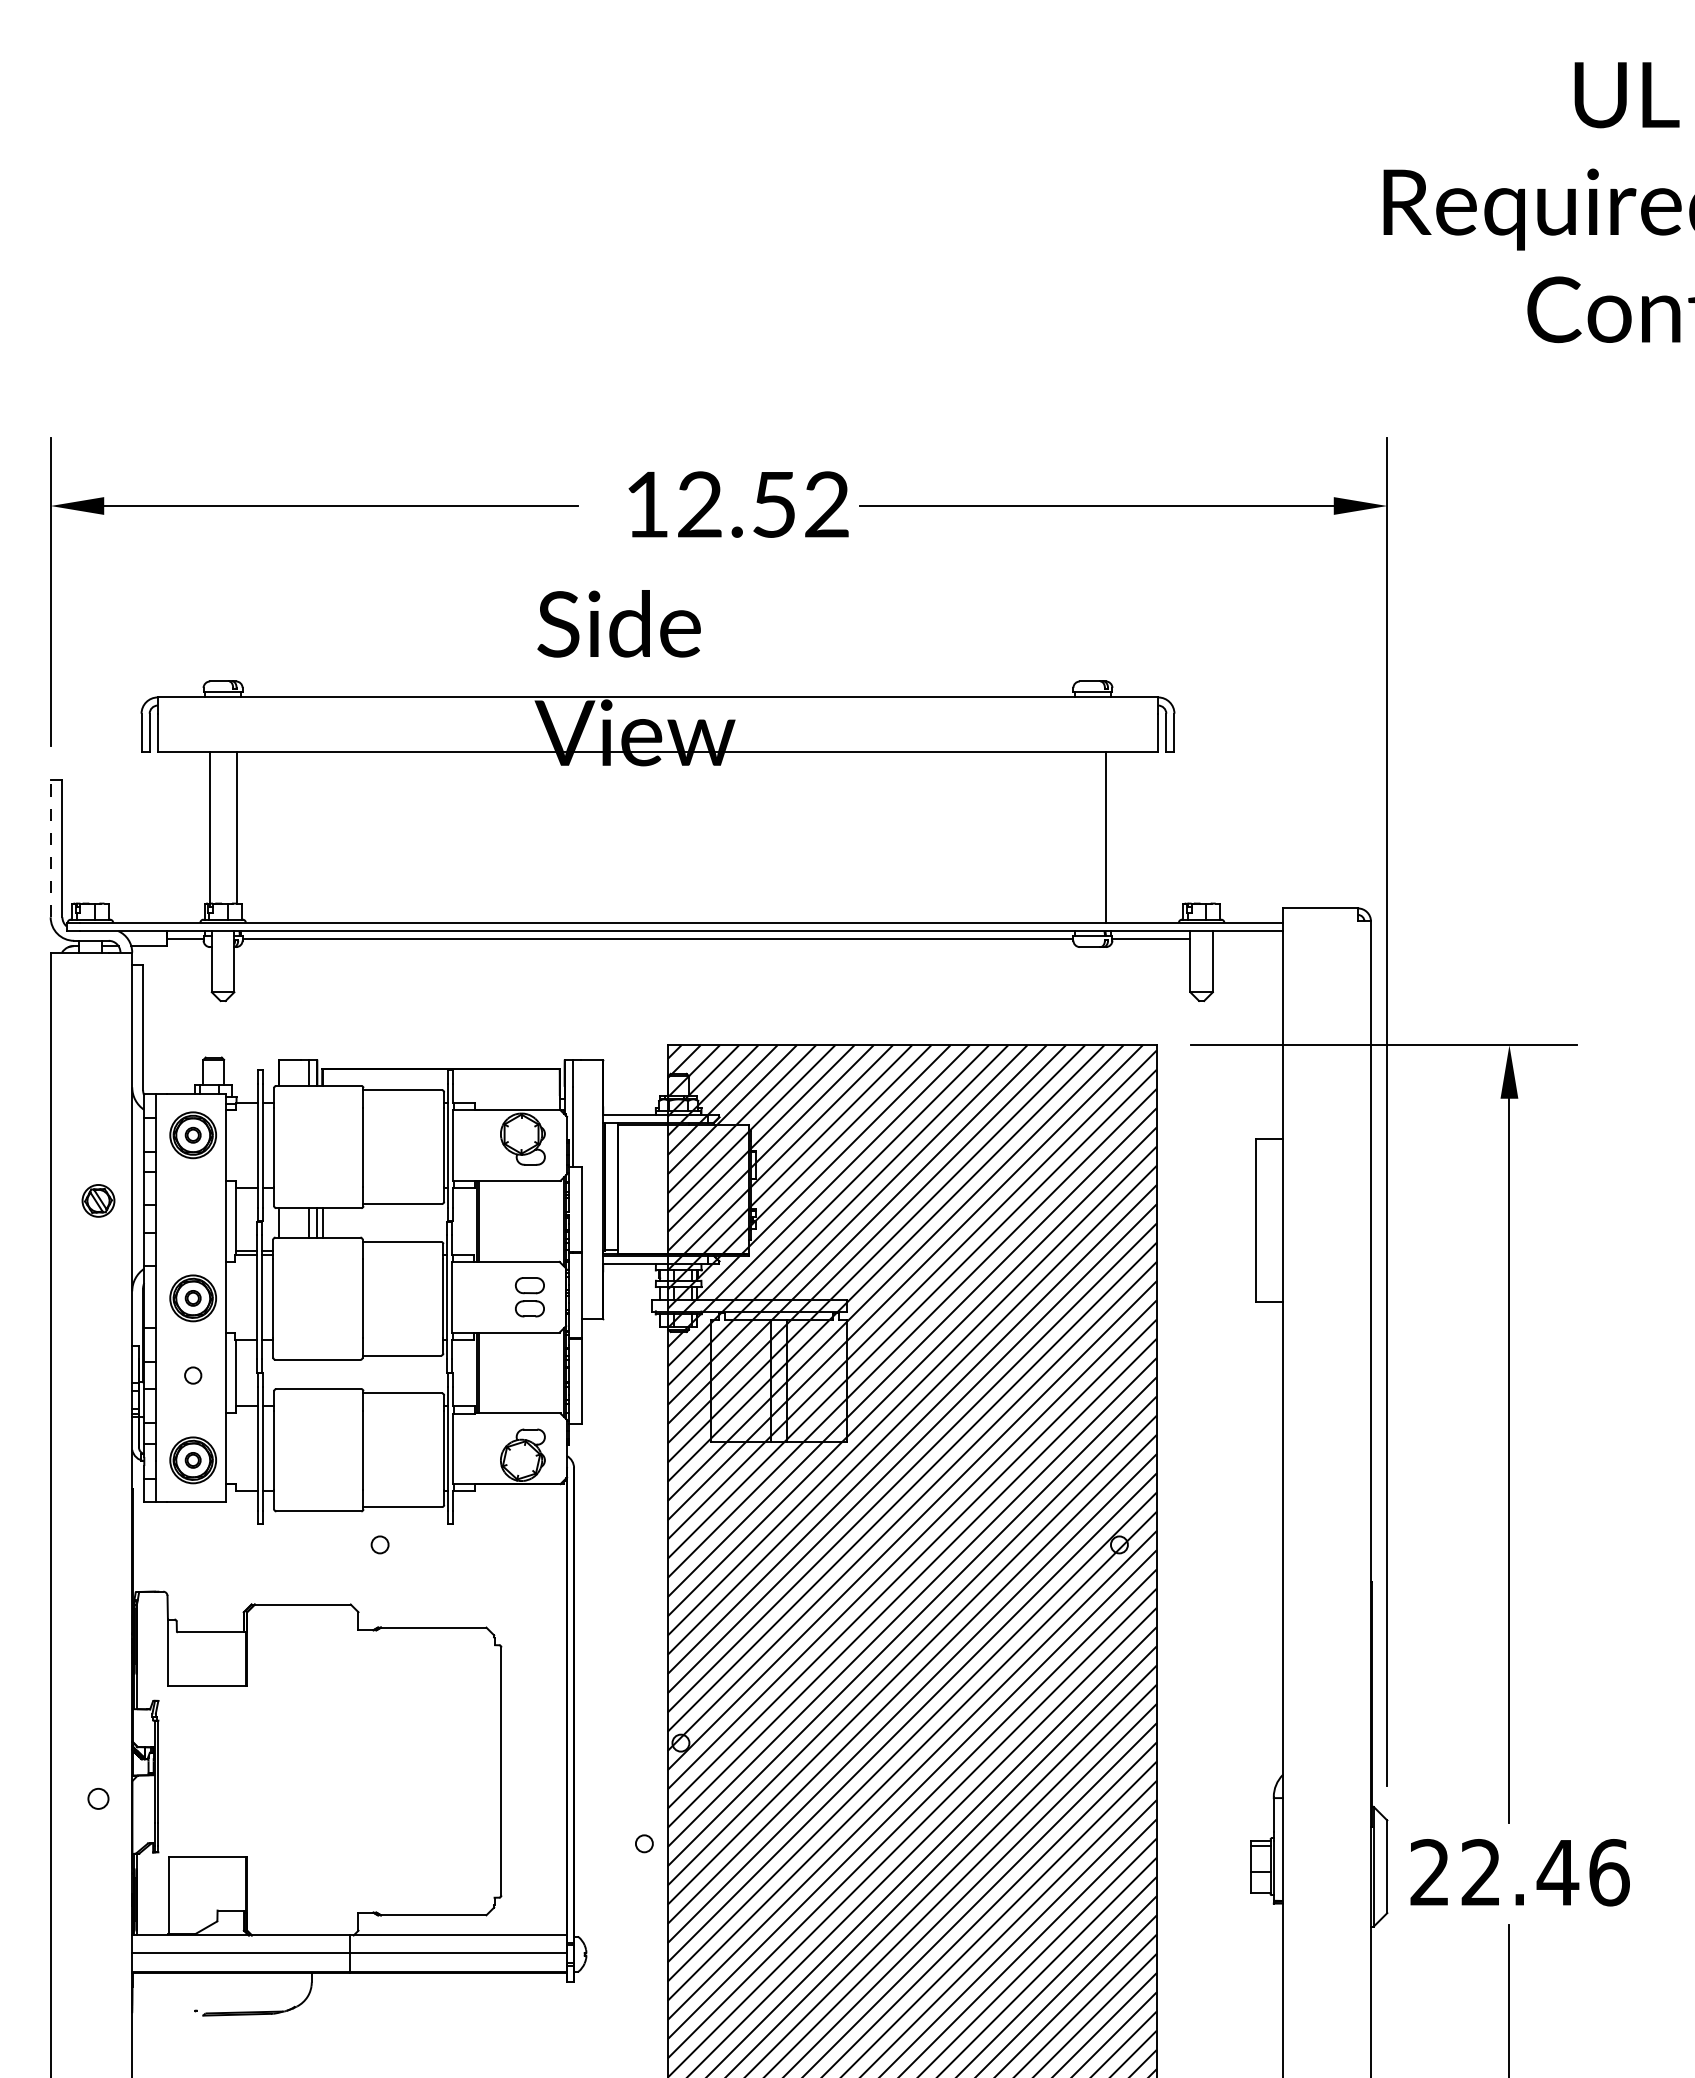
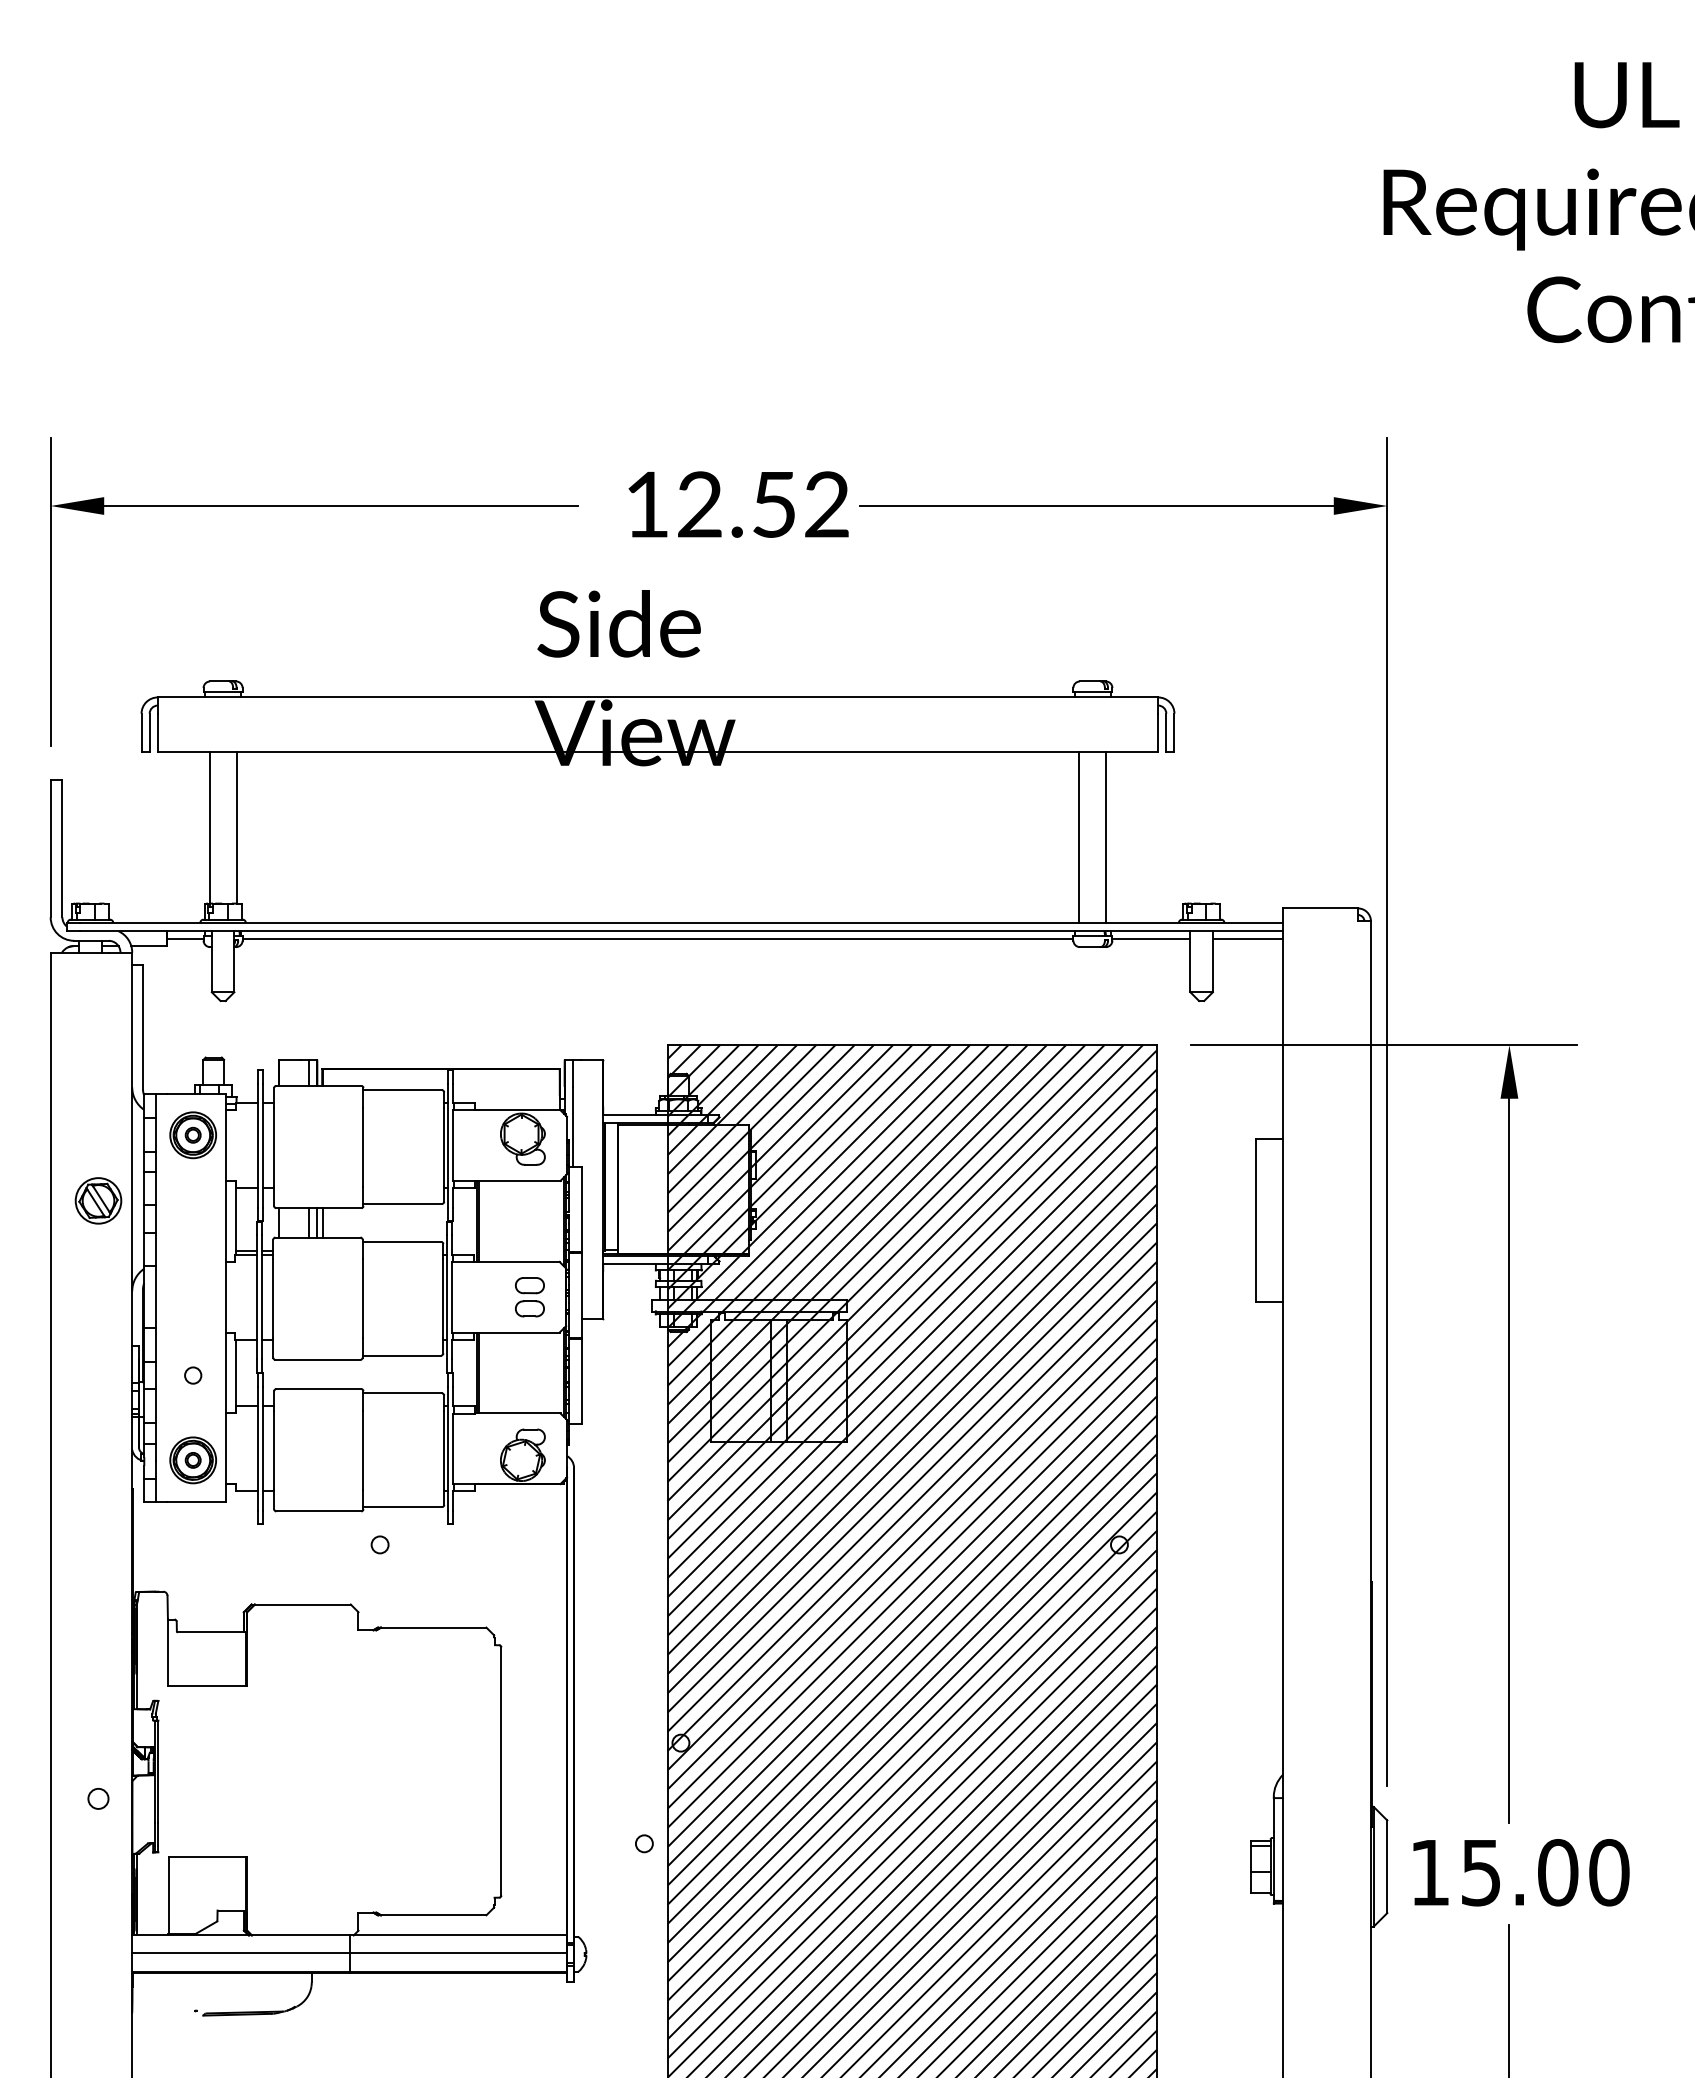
line at (1079, 837): none -> present
line at (50, 848): dashed -> solid
line at (1247, 939): none -> present
part at (98, 1200) size: 35x34 px -> 49x48 px
part at (192, 1298): present -> none
text at (1519, 1872): 22.46 -> 15.00
